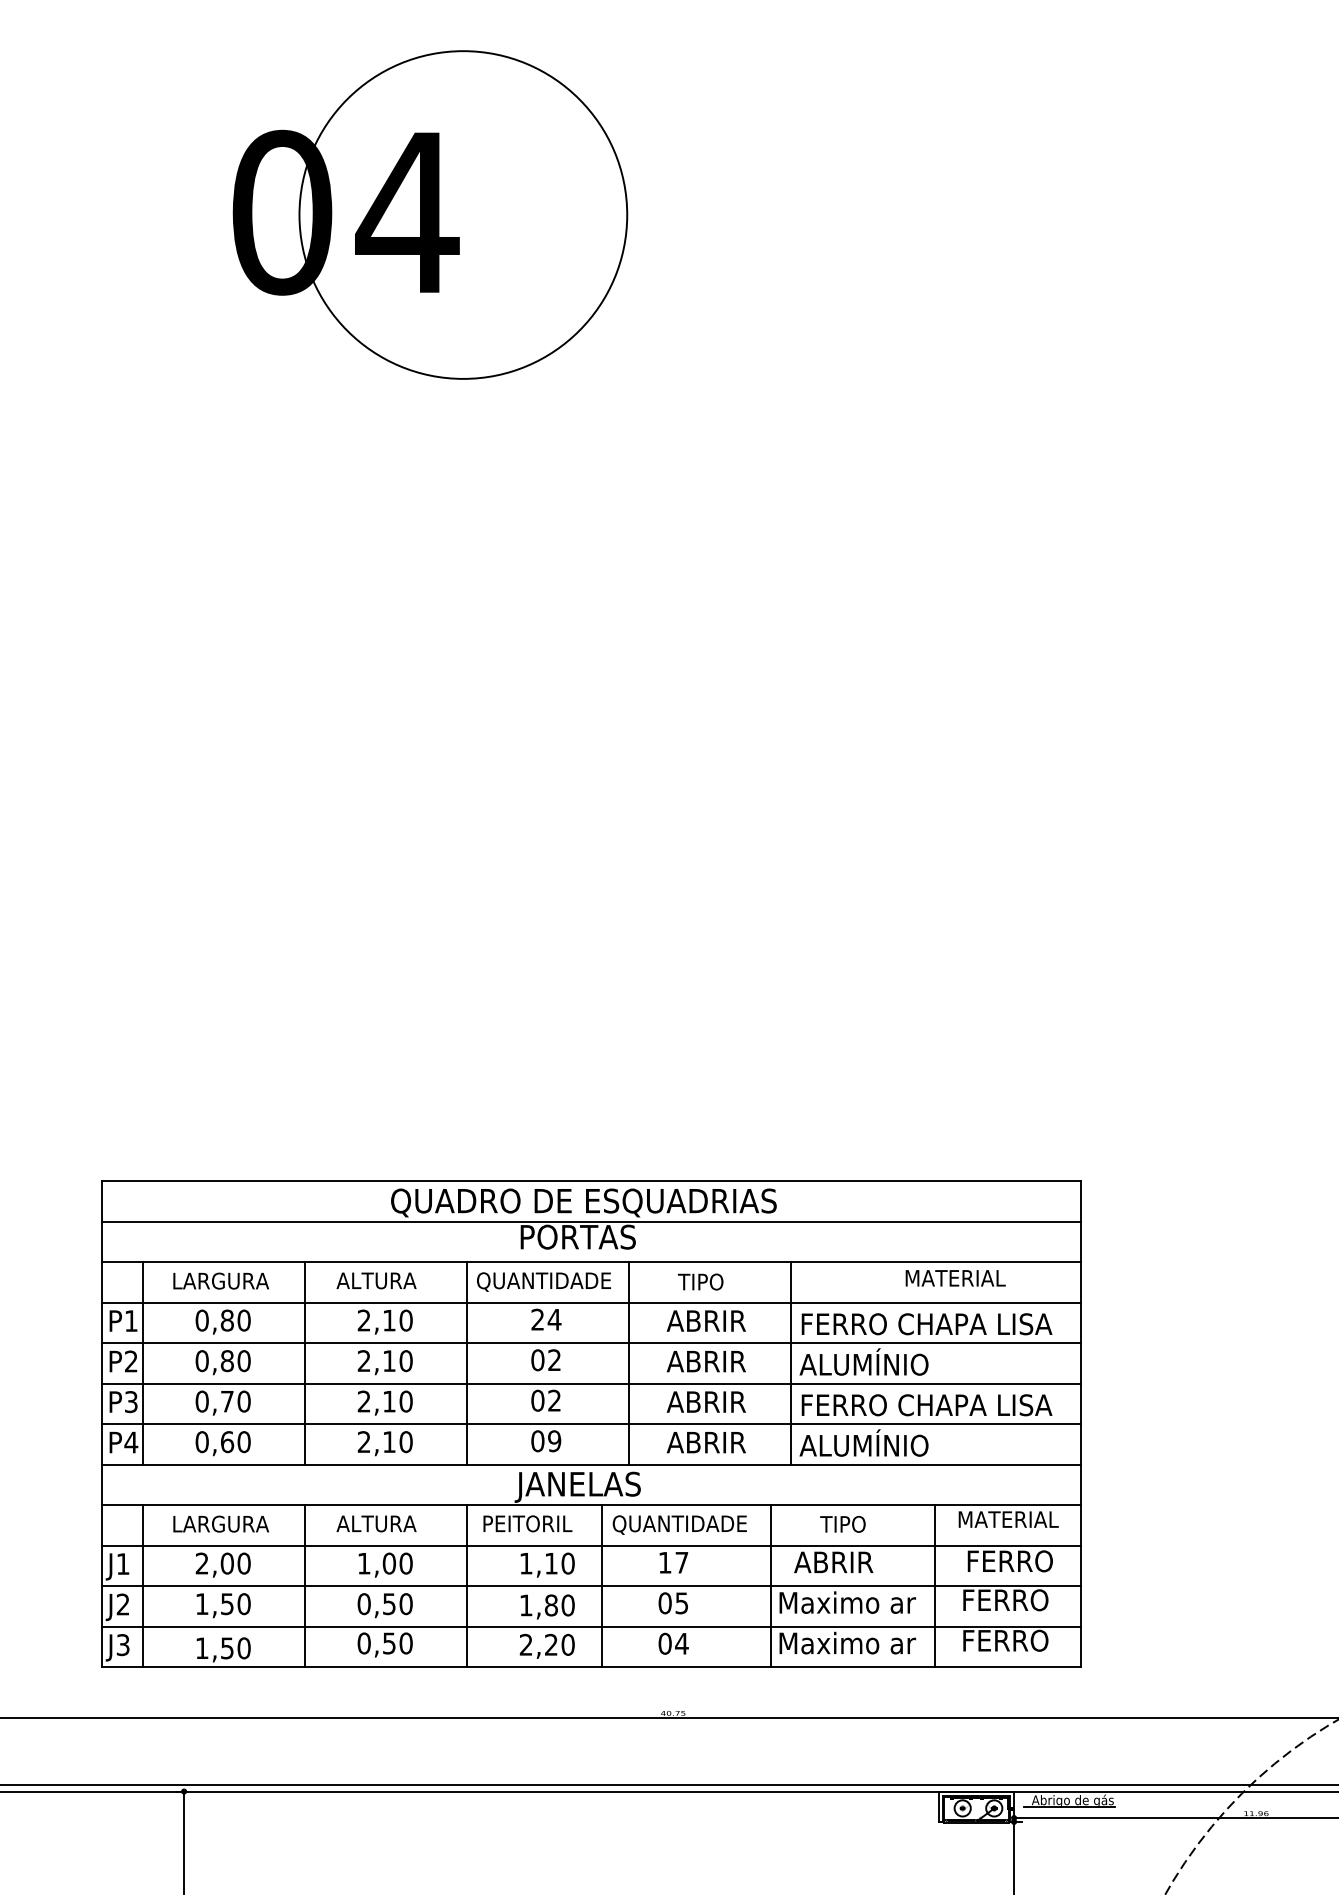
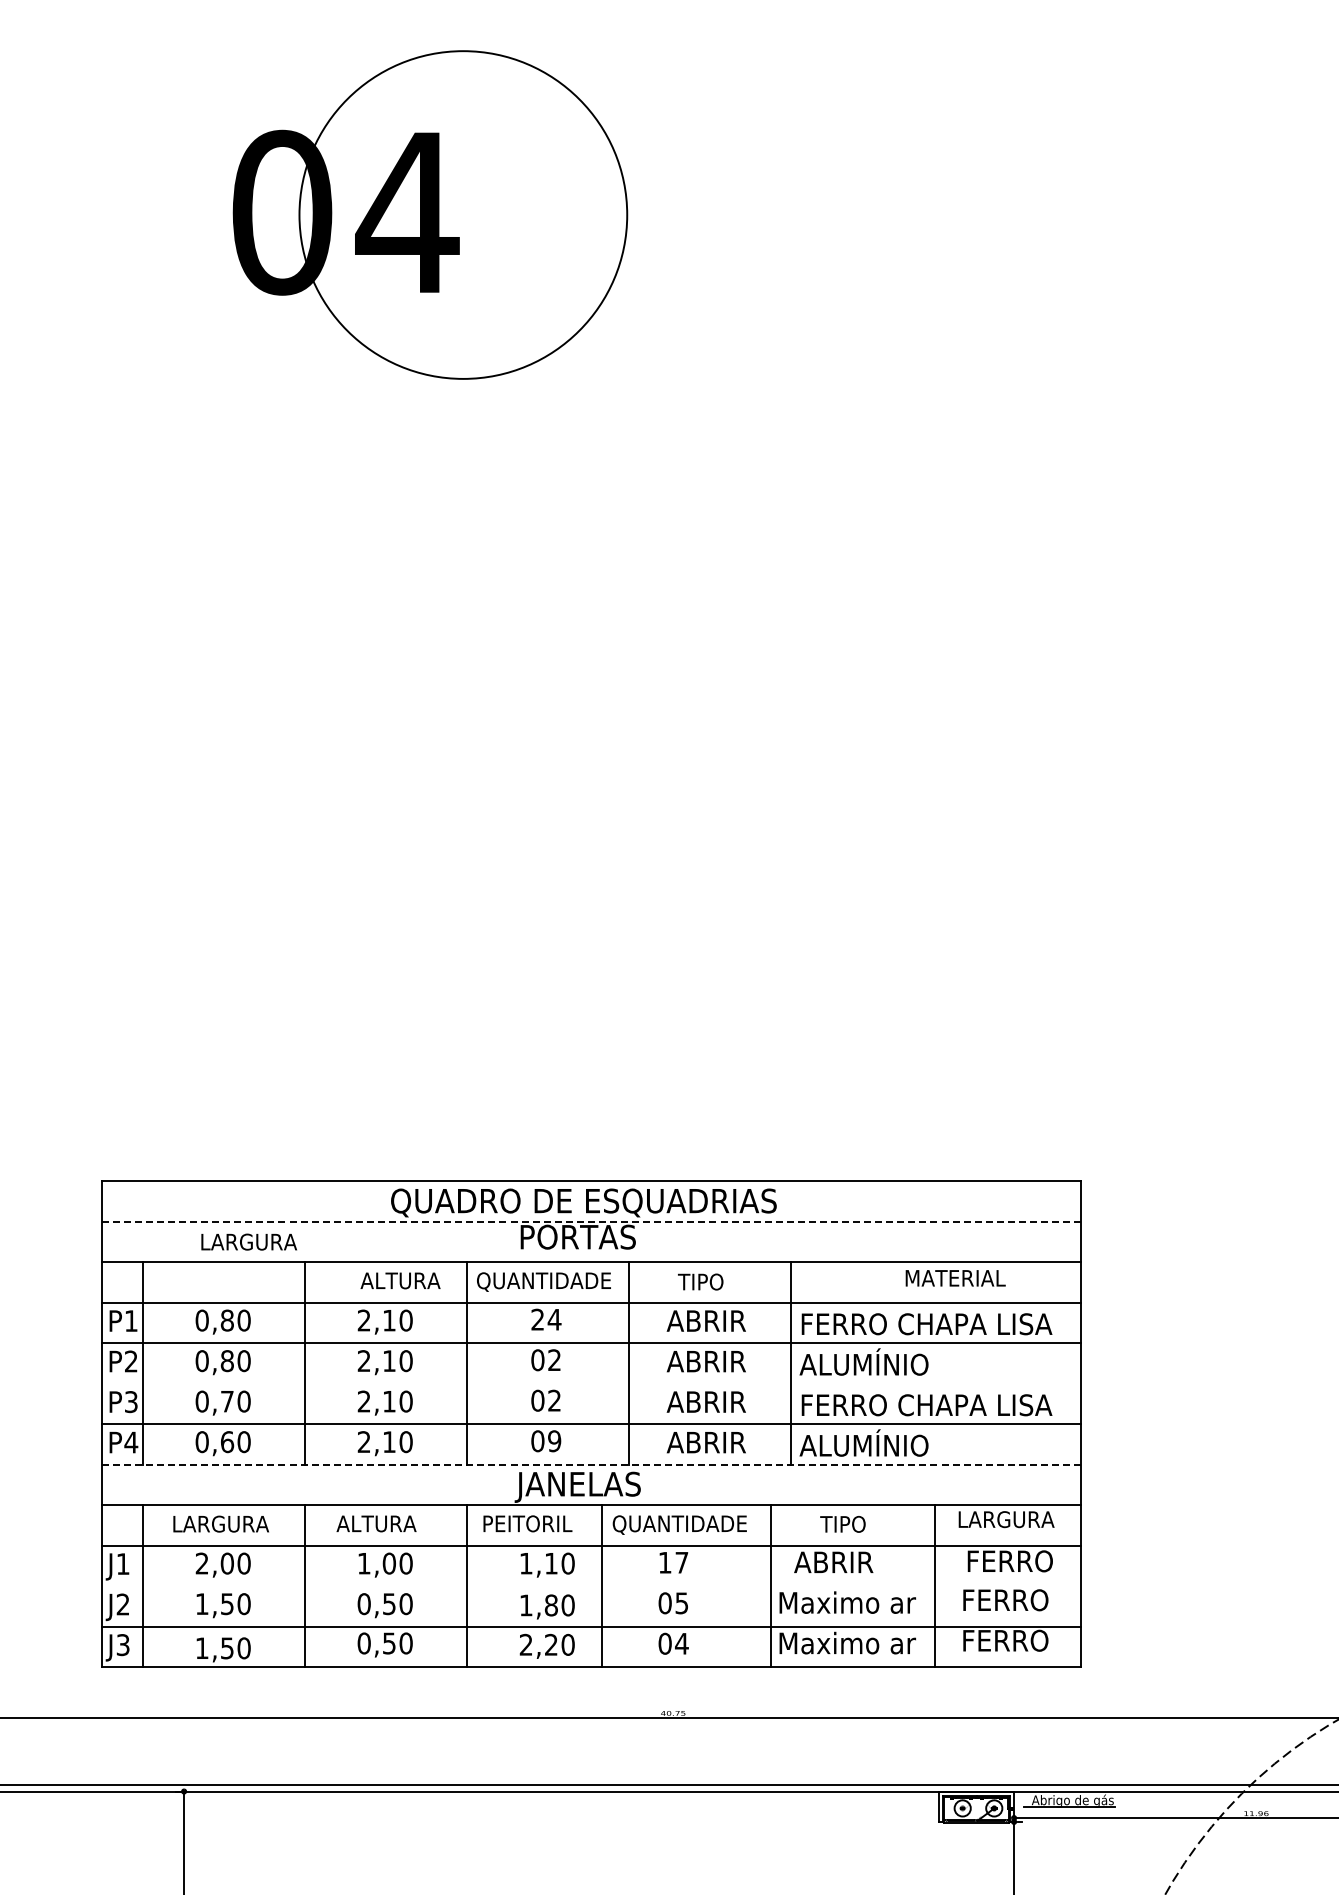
line at (591, 1221): solid -> dashed
text at (220, 1280) position: (220, 1280) -> (248, 1241)
text at (376, 1280) position: (376, 1280) -> (400, 1280)
line at (591, 1383): present -> none
line at (591, 1464): solid -> dashed
text at (1009, 1519): MATERIAL -> LARGURA
line at (591, 1586): present -> none
